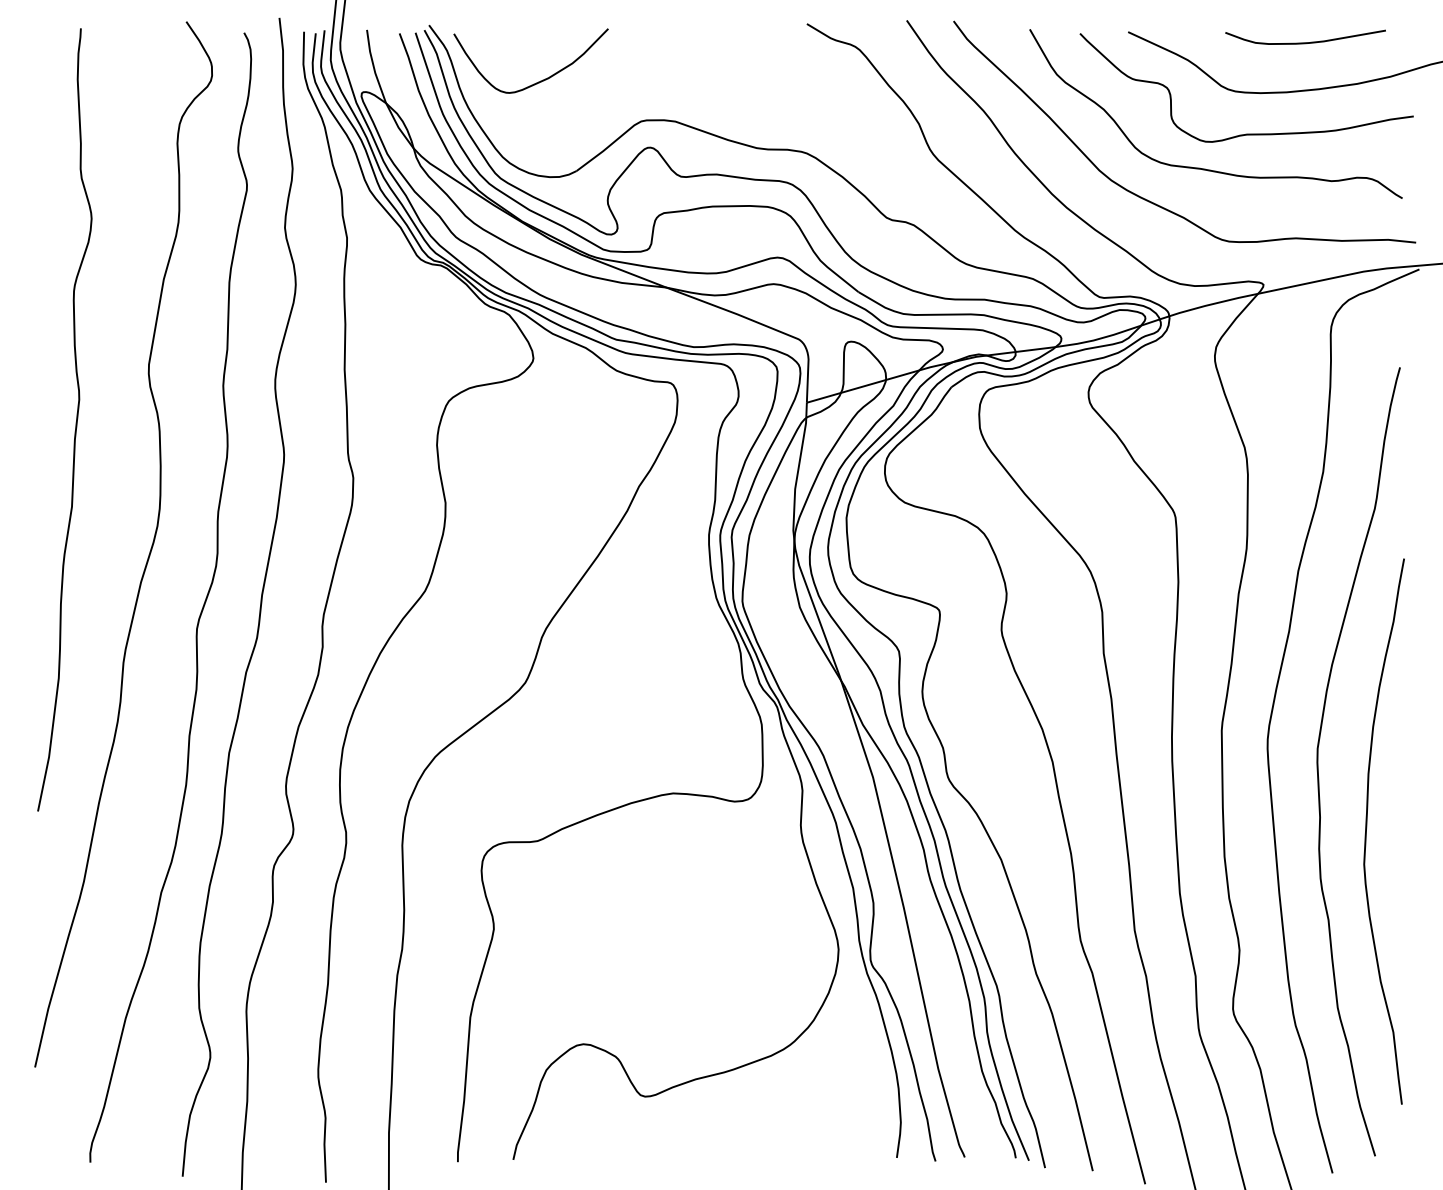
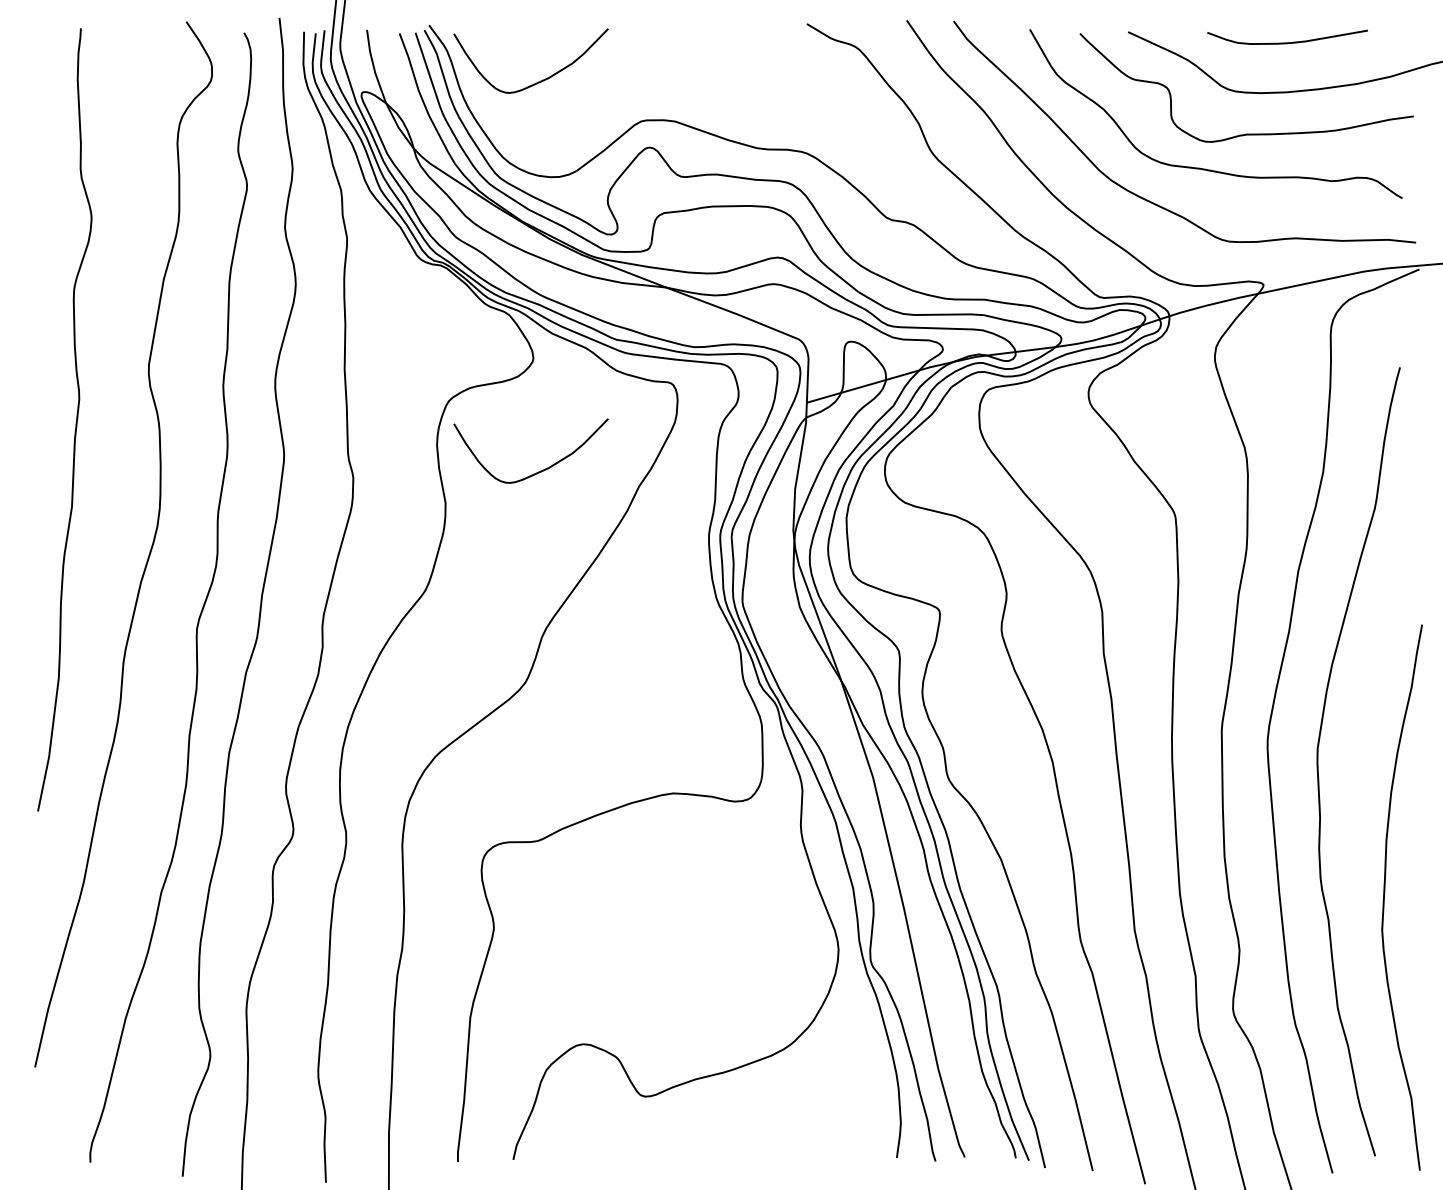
curve at (1305, 42) position: (1305, 42) -> (1287, 42)
curve at (540, 470): none -> present
curve at (1367, 827) position: (1367, 827) -> (1385, 893)
